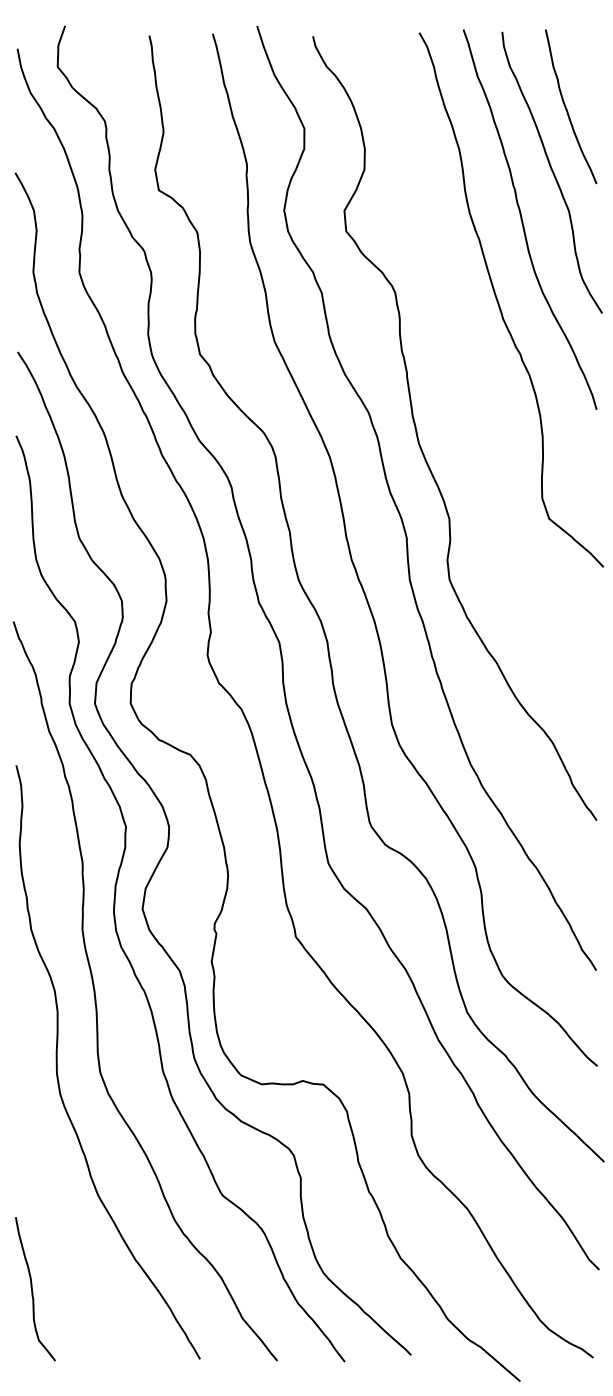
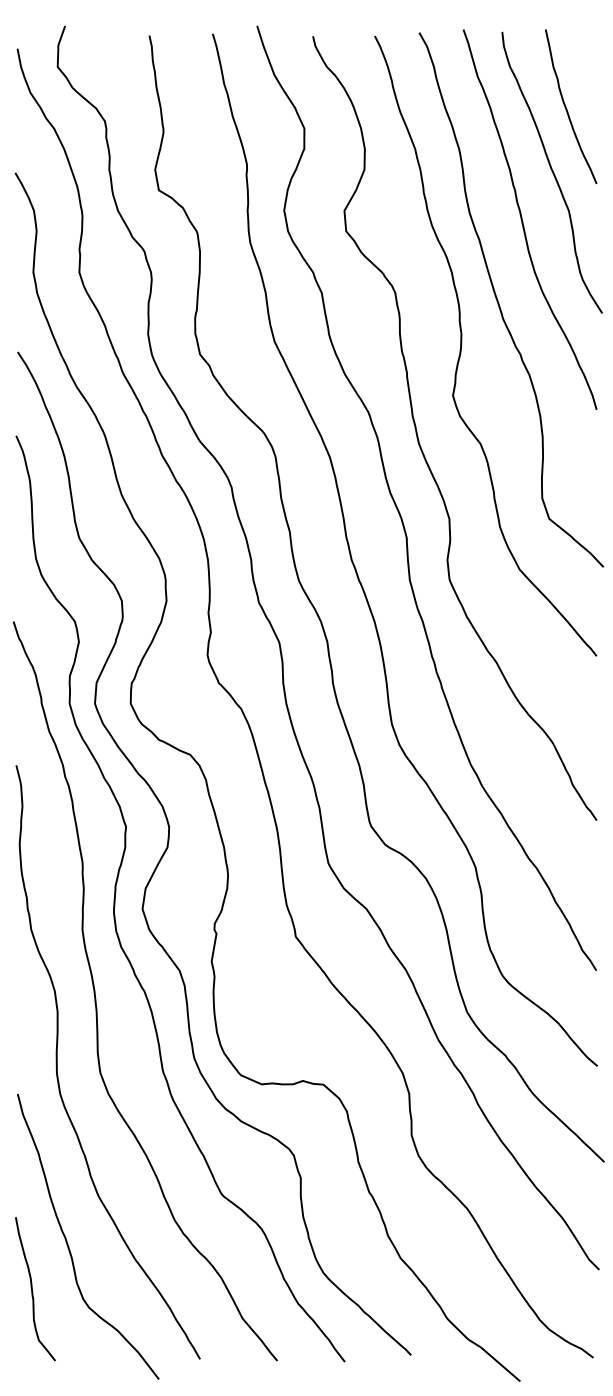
curve at (462, 343): none -> present
curve at (68, 1243): none -> present
